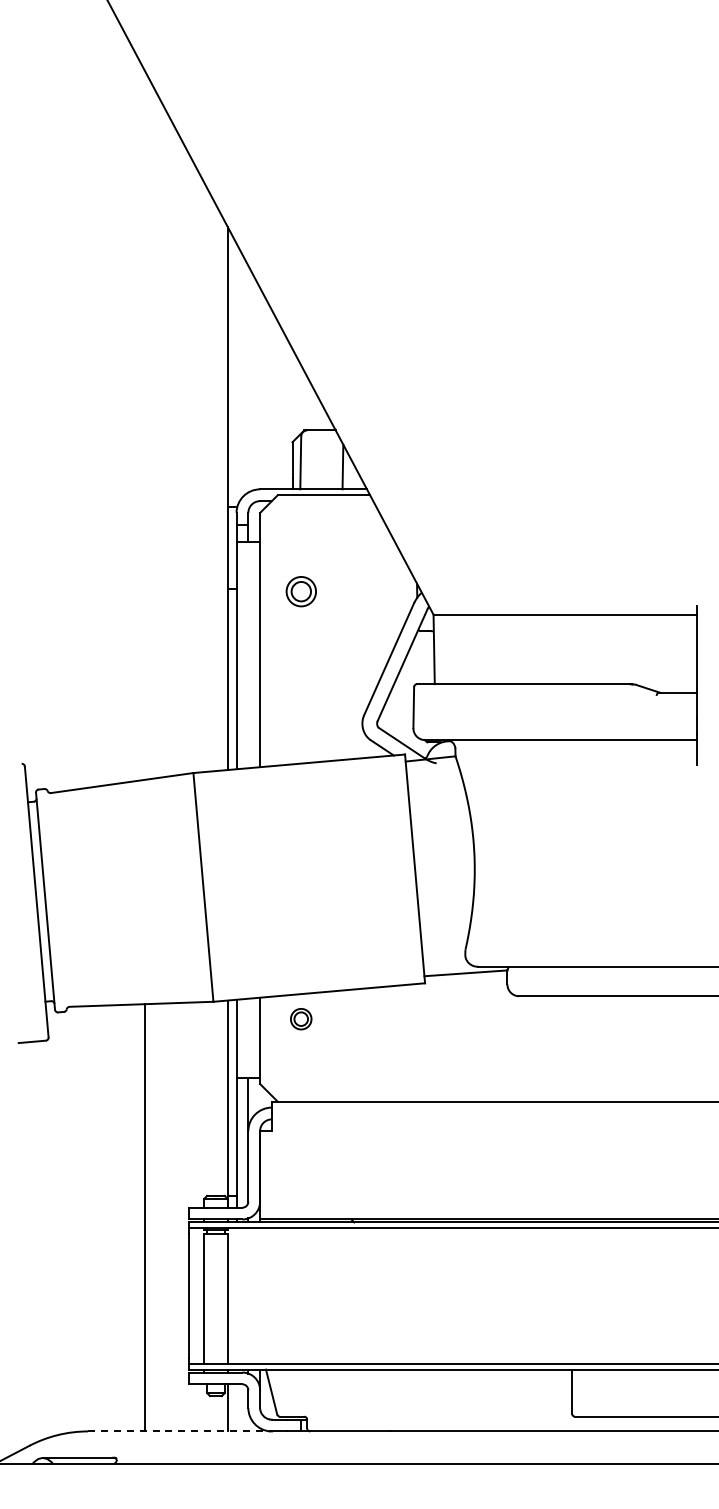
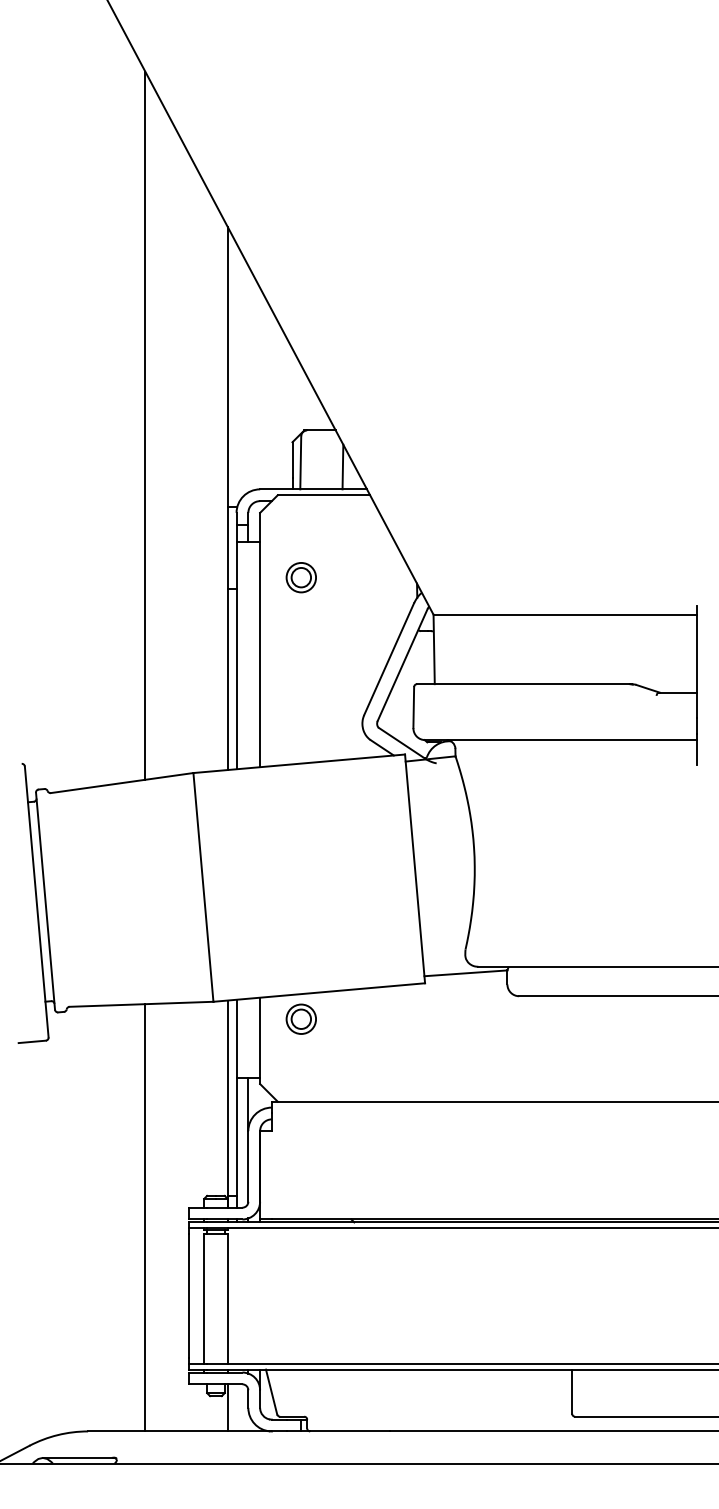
line at (145, 425): none -> present
part at (300, 591) position: (300, 591) -> (300, 577)
part at (301, 1019) size: 23x23 px -> 32x32 px
line at (179, 1431): dashed -> solid
